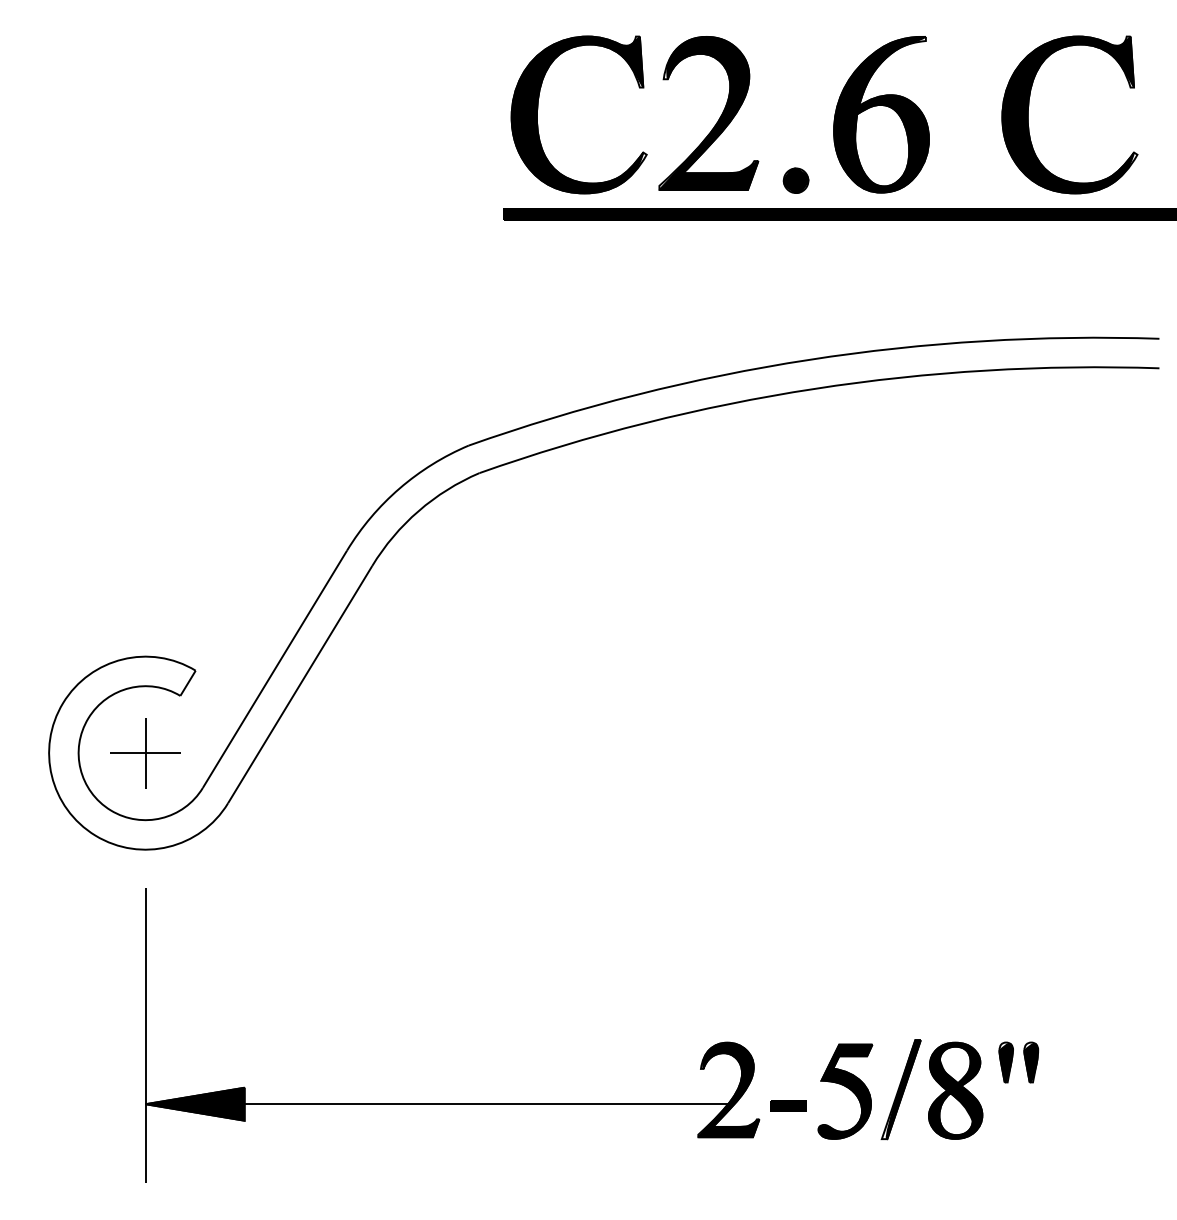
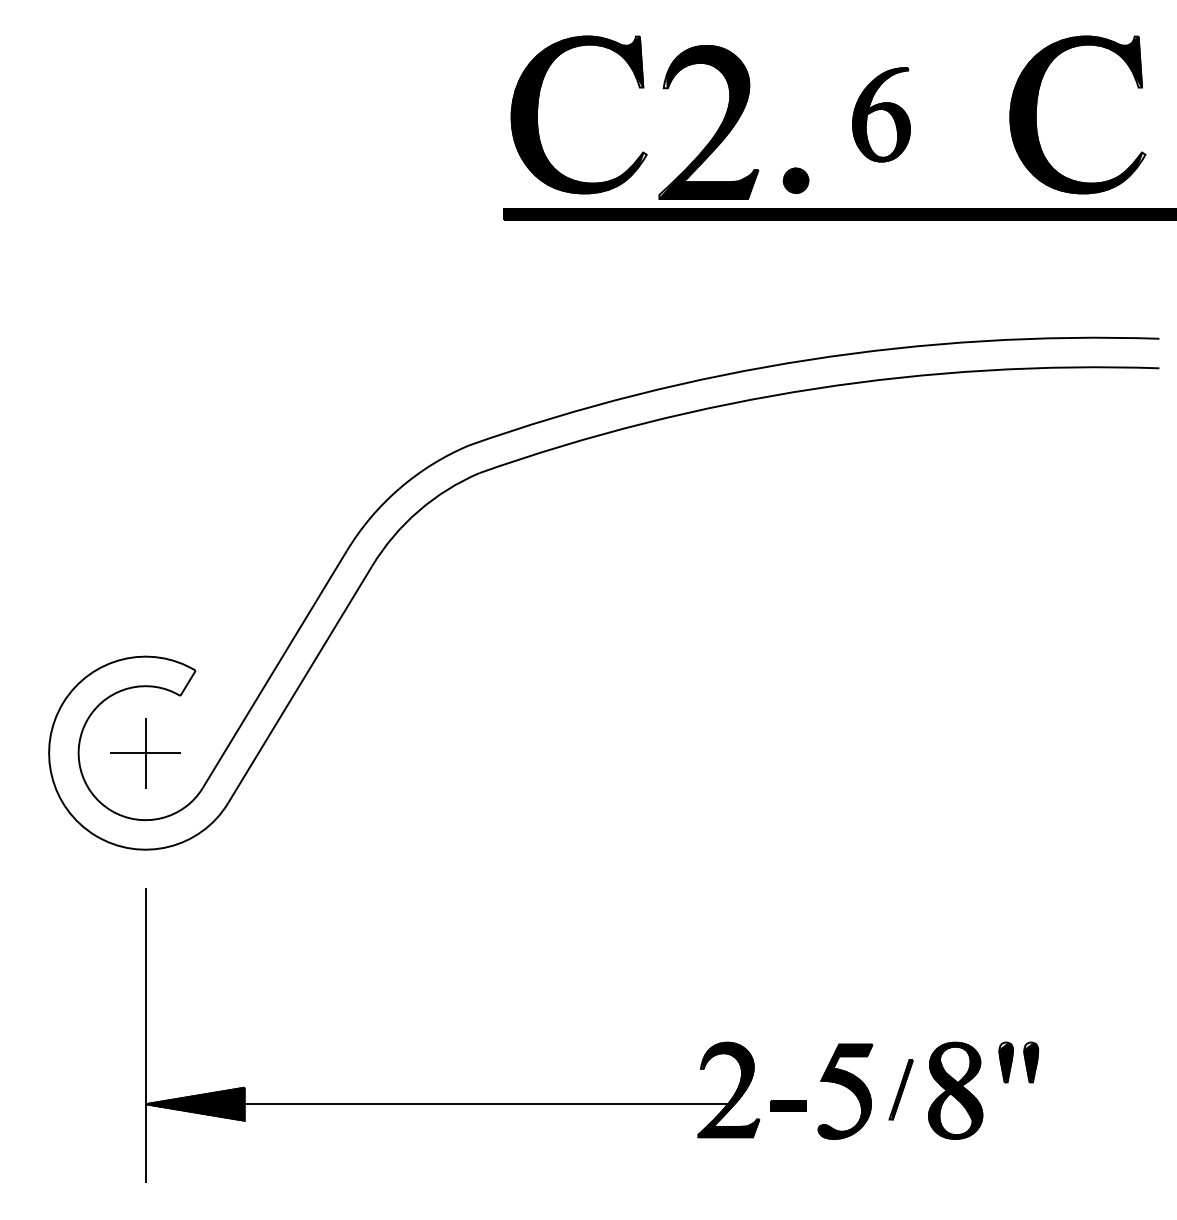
part at (1029, 106) position: (1029, 106) -> (1037, 106)
part at (881, 114) size: 97x158 px -> 59x96 px
part at (717, 120) position: (717, 120) -> (717, 129)
part at (900, 1089) size: 42x102 px -> 26x62 px
